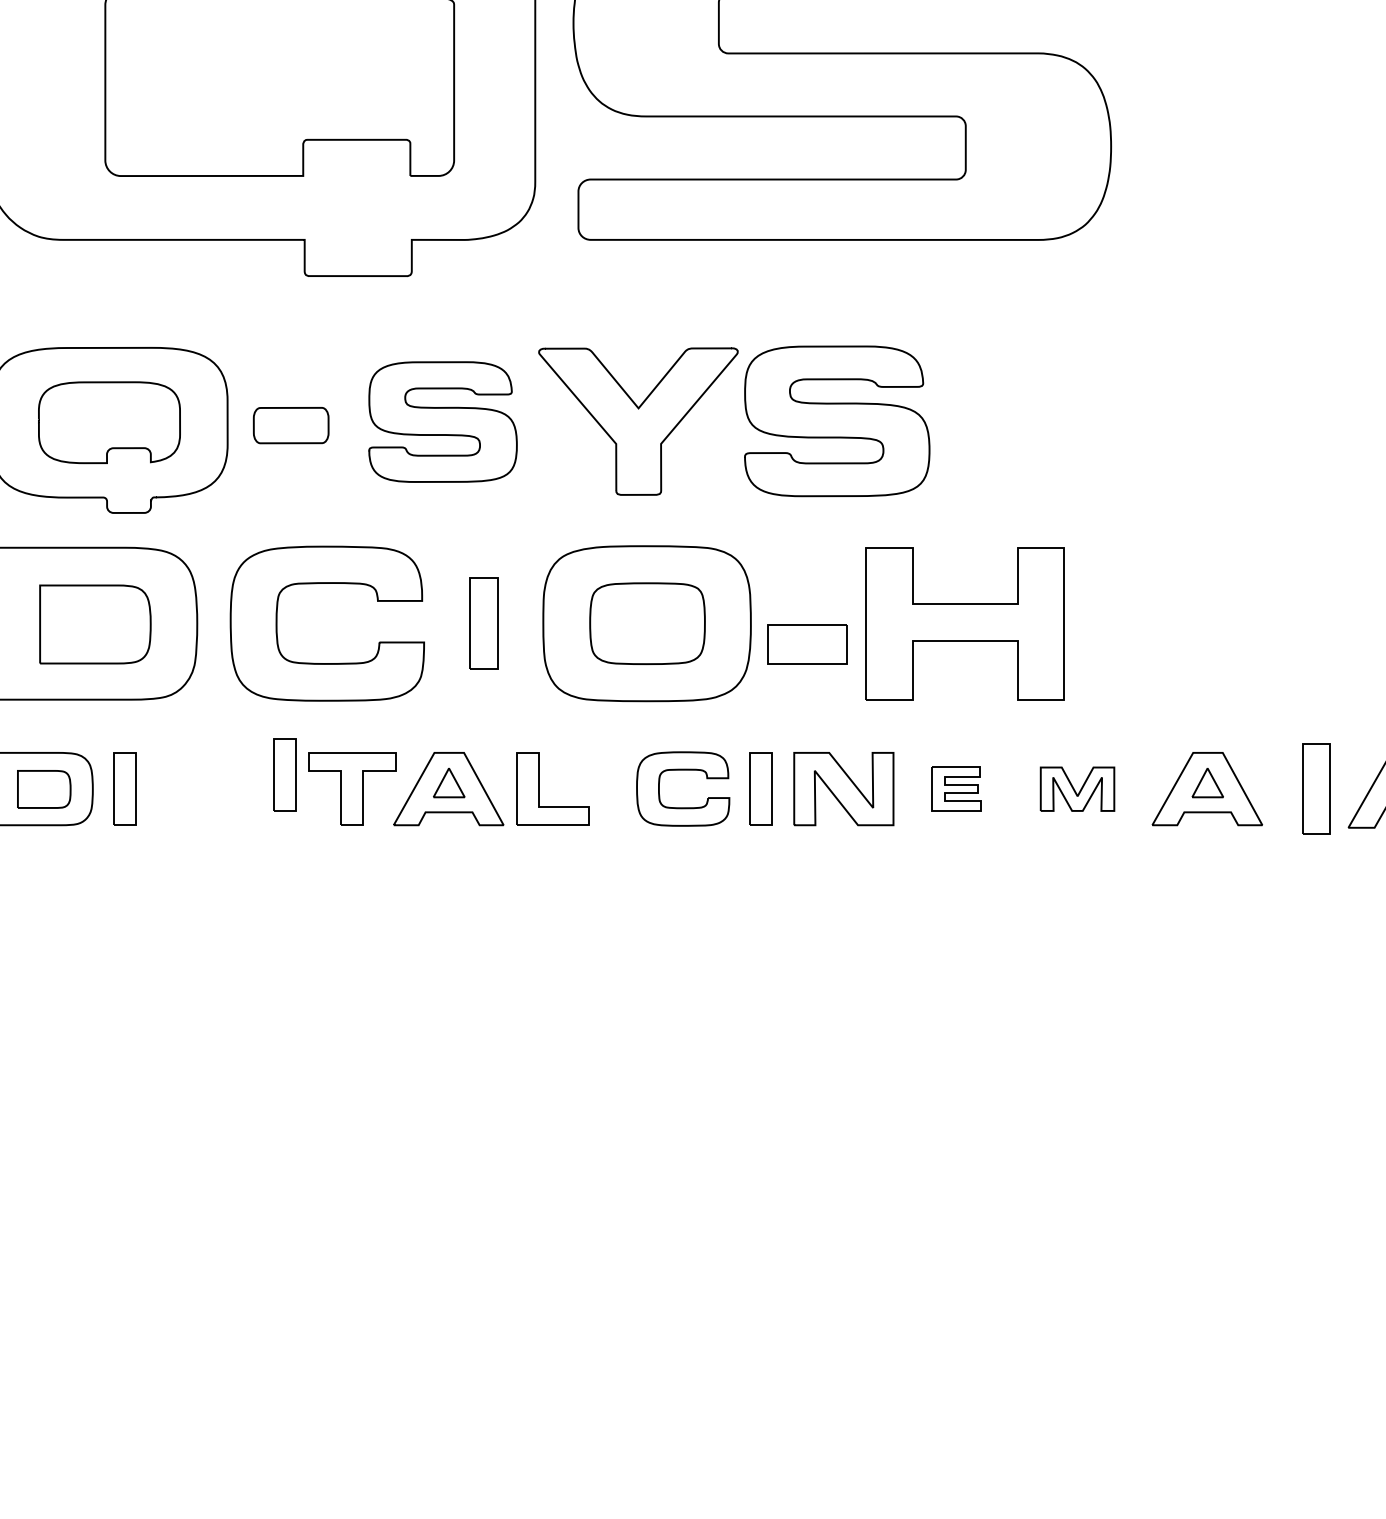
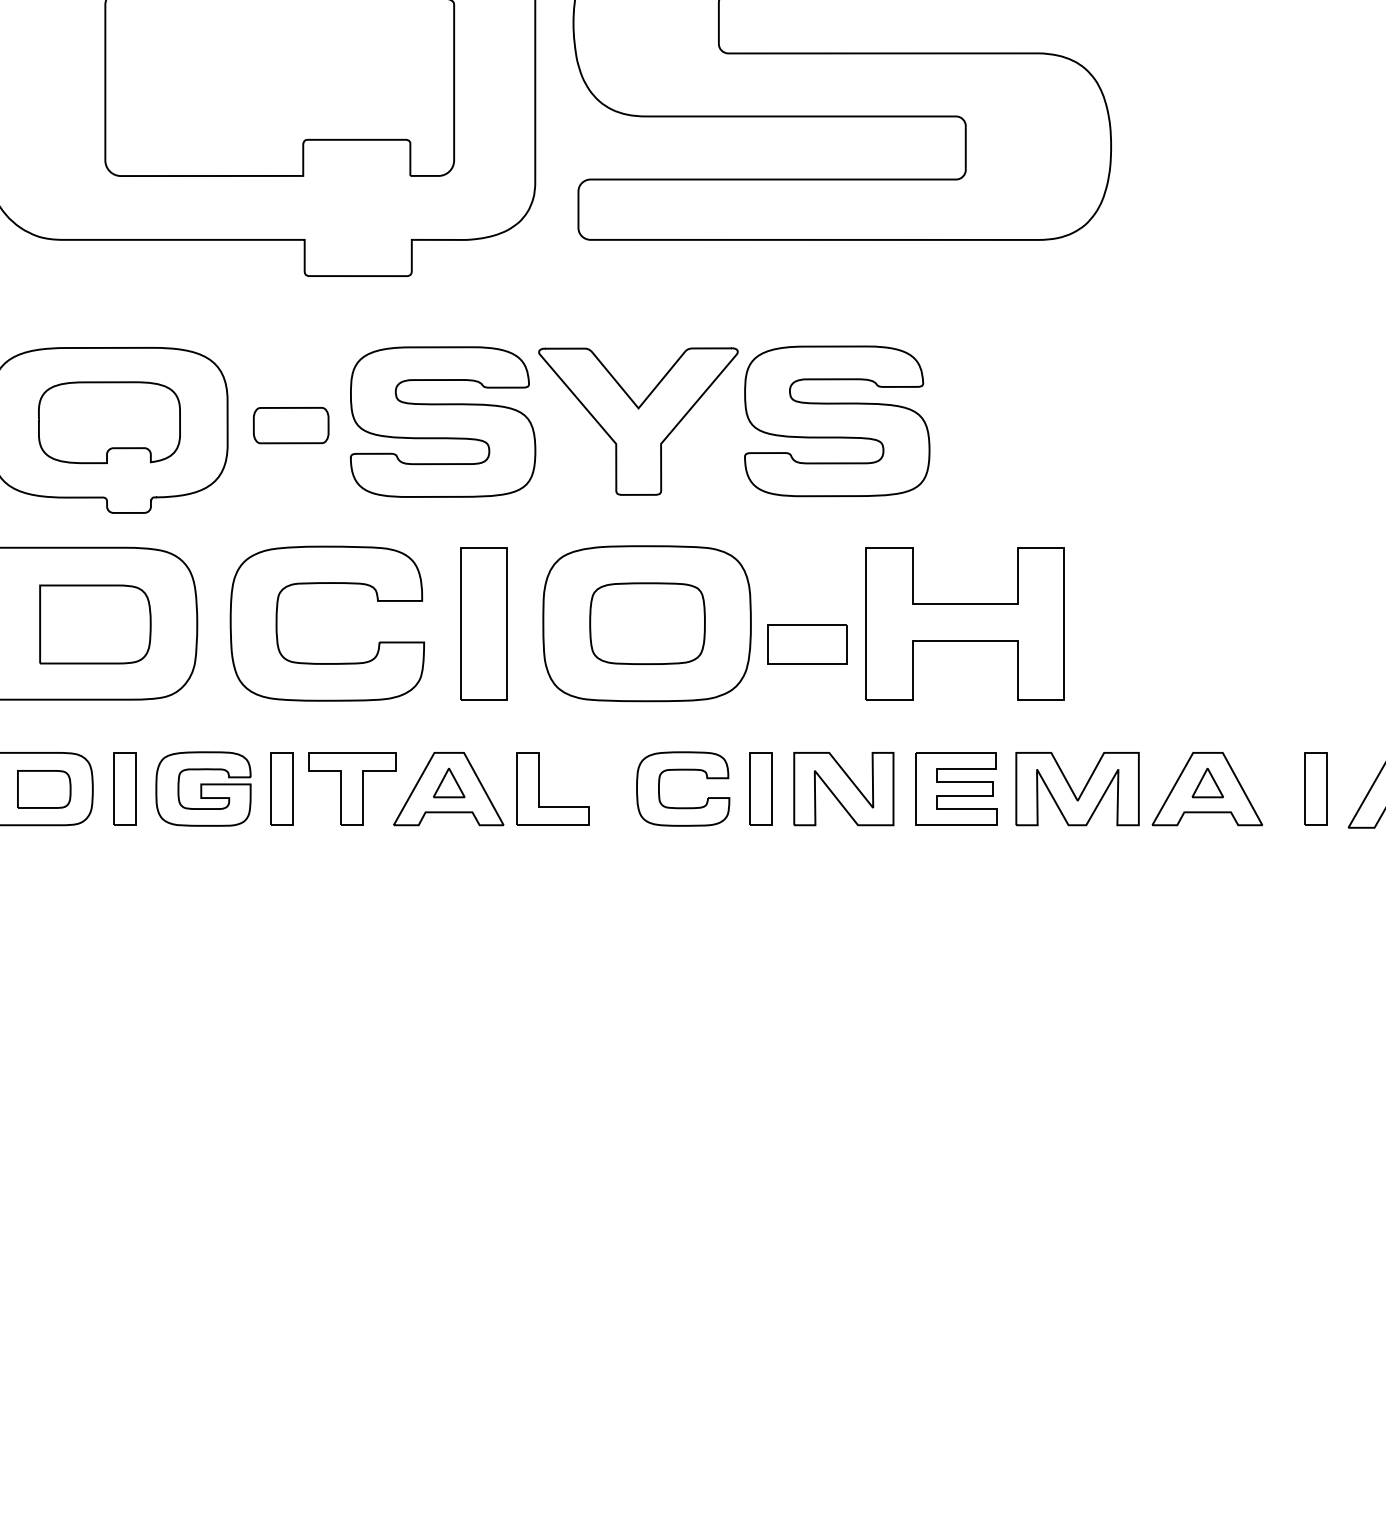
part at (442, 421) size: 150x122 px -> 188x152 px
part at (483, 623) size: 30x93 px -> 48x154 px
part at (284, 774) position: (284, 774) -> (281, 788)
part at (203, 788): none -> present
part at (956, 788) size: 51x46 px -> 83x74 px
part at (1077, 788) size: 77x46 px -> 125x75 px
part at (1316, 788) size: 29x92 px -> 24x74 px
